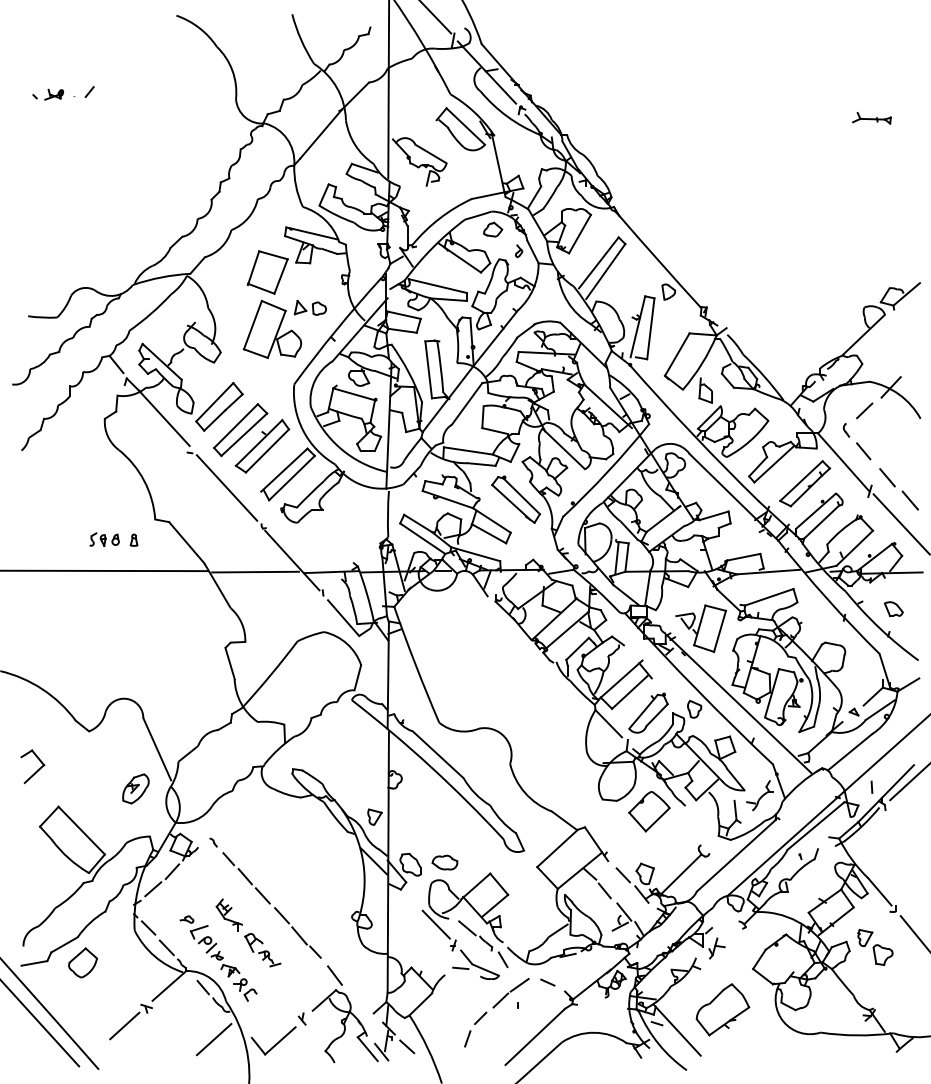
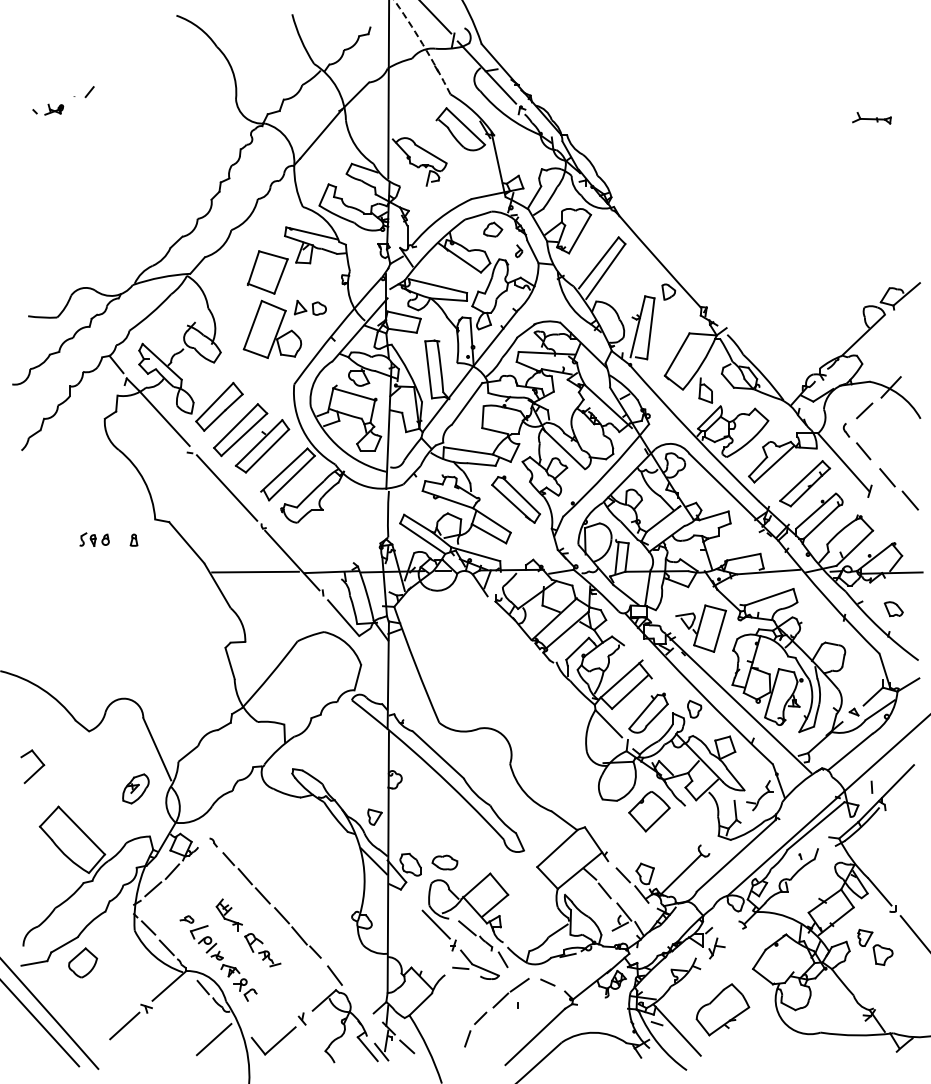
arc at (423, 46): solid -> dashed
part at (48, 94) position: (48, 94) -> (48, 109)
line at (900, 523): present -> none
part at (104, 539) position: (104, 539) -> (94, 539)
line at (105, 570): present -> none
line at (908, 783): present -> none
